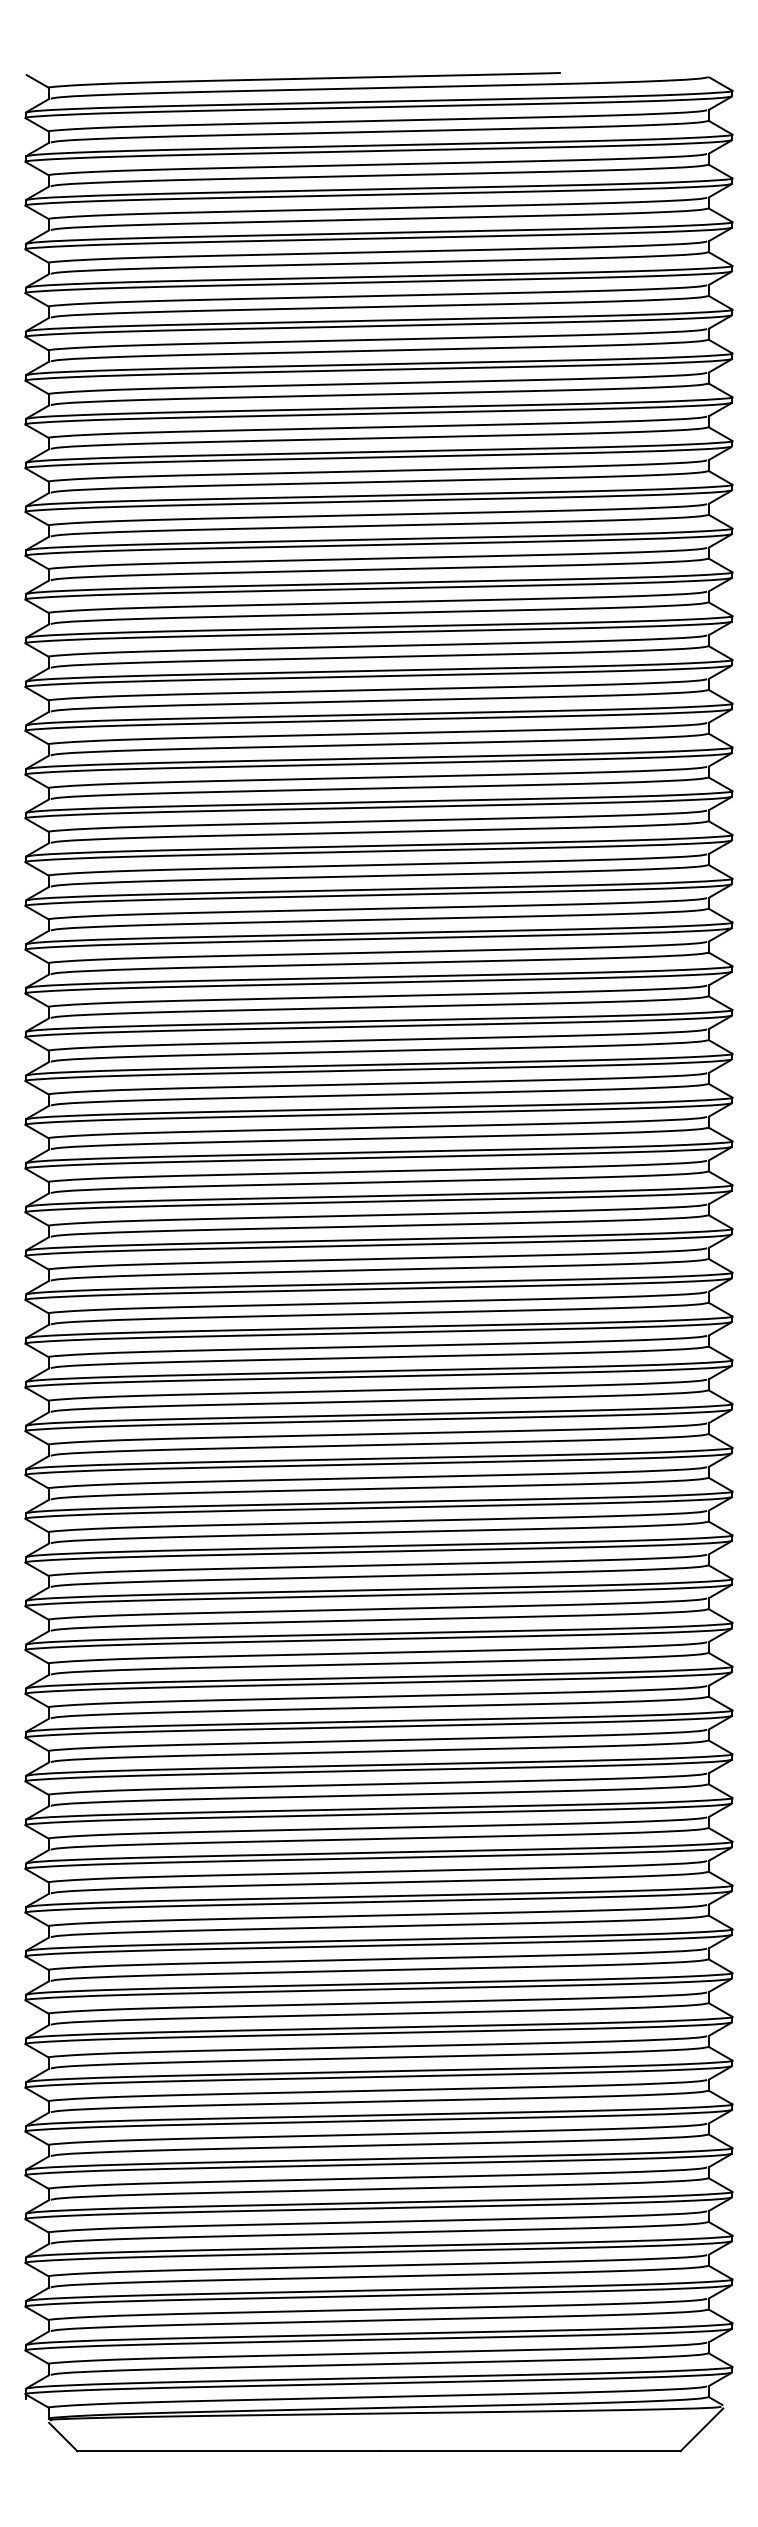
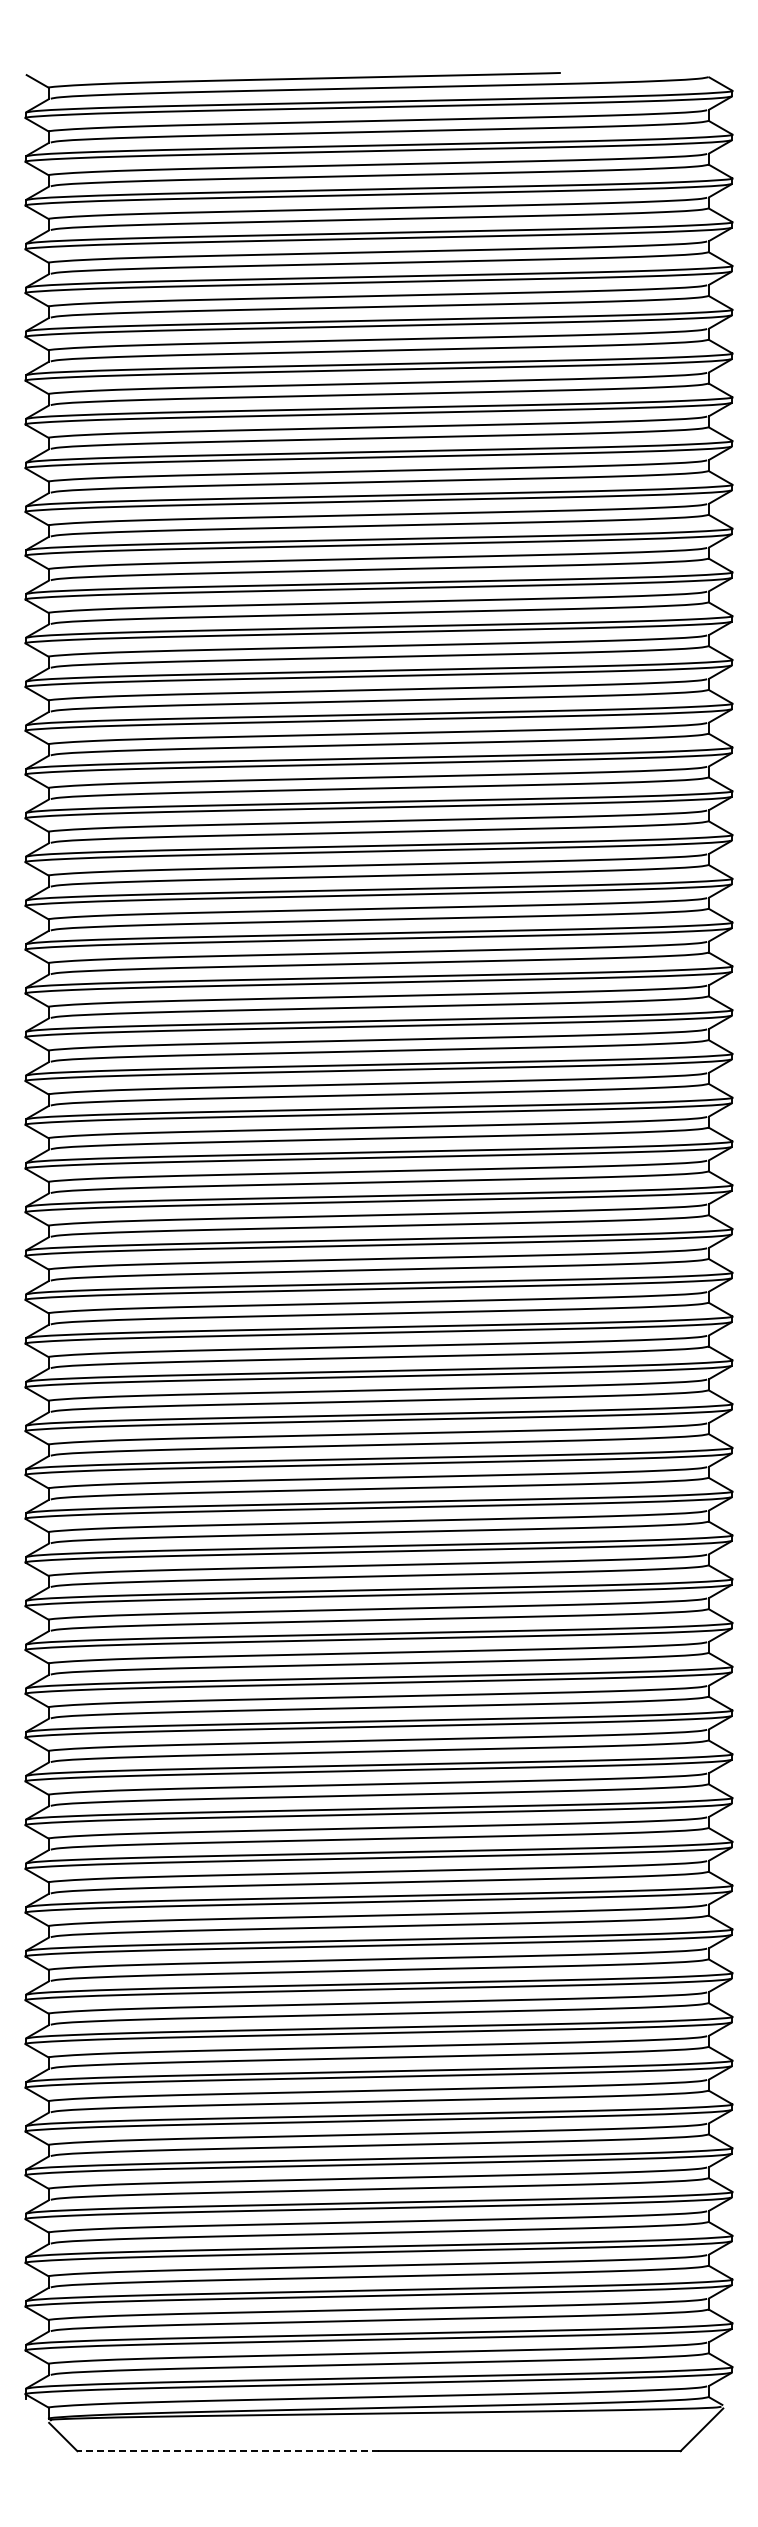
line at (228, 2451): solid -> dashed
